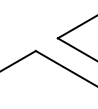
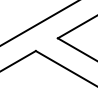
line at (38, 23): none -> present
